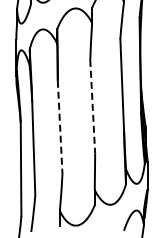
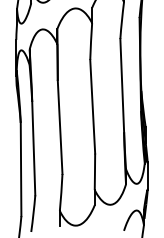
line at (92, 106): dashed -> solid
line at (60, 127): dashed -> solid
